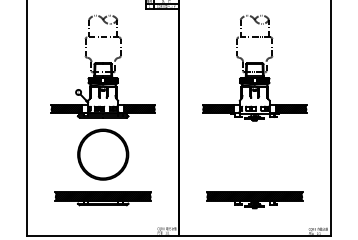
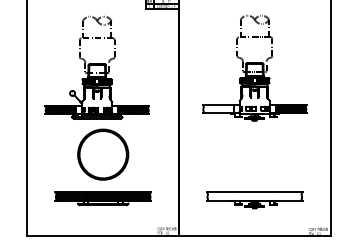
part at (102, 66) position: (102, 66) -> (96, 67)
hatch at (217, 108): present -> none
hatch at (254, 196): present -> none
